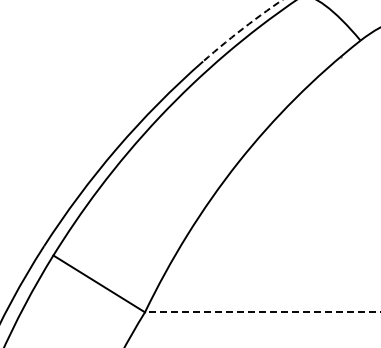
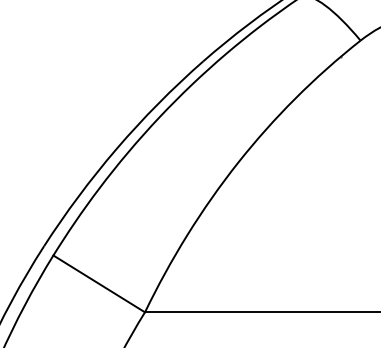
arc at (241, 29): dashed -> solid
line at (262, 312): dashed -> solid
